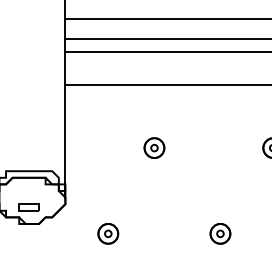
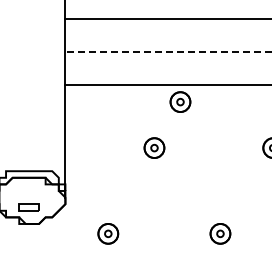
line at (166, 39): present -> none
line at (168, 52): solid -> dashed
part at (180, 101): none -> present
